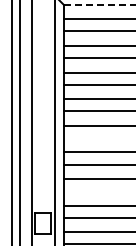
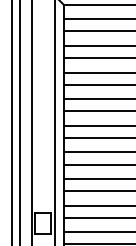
line at (99, 4): dashed -> solid
line at (97, 137): none -> present
line at (97, 191): none -> present
